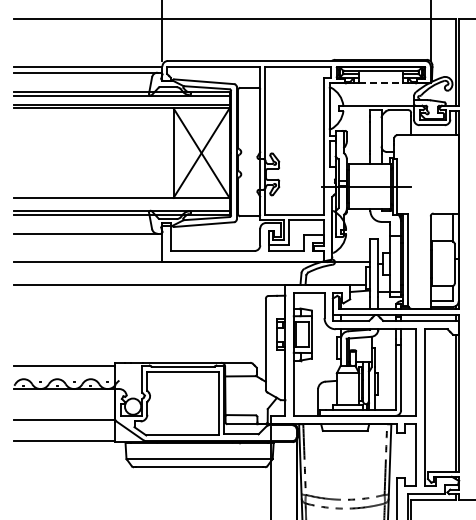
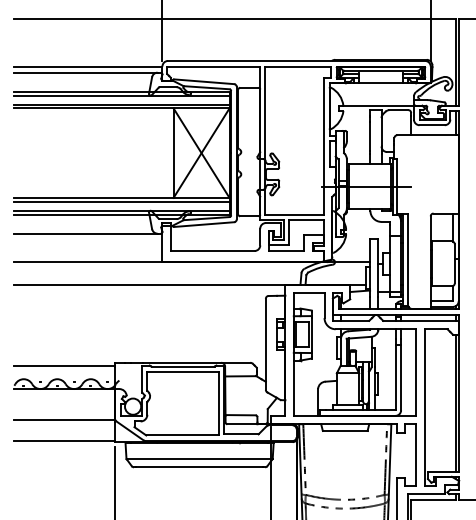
line at (380, 83): dashed -> solid
line at (121, 201): none -> present
line at (114, 481): none -> present
